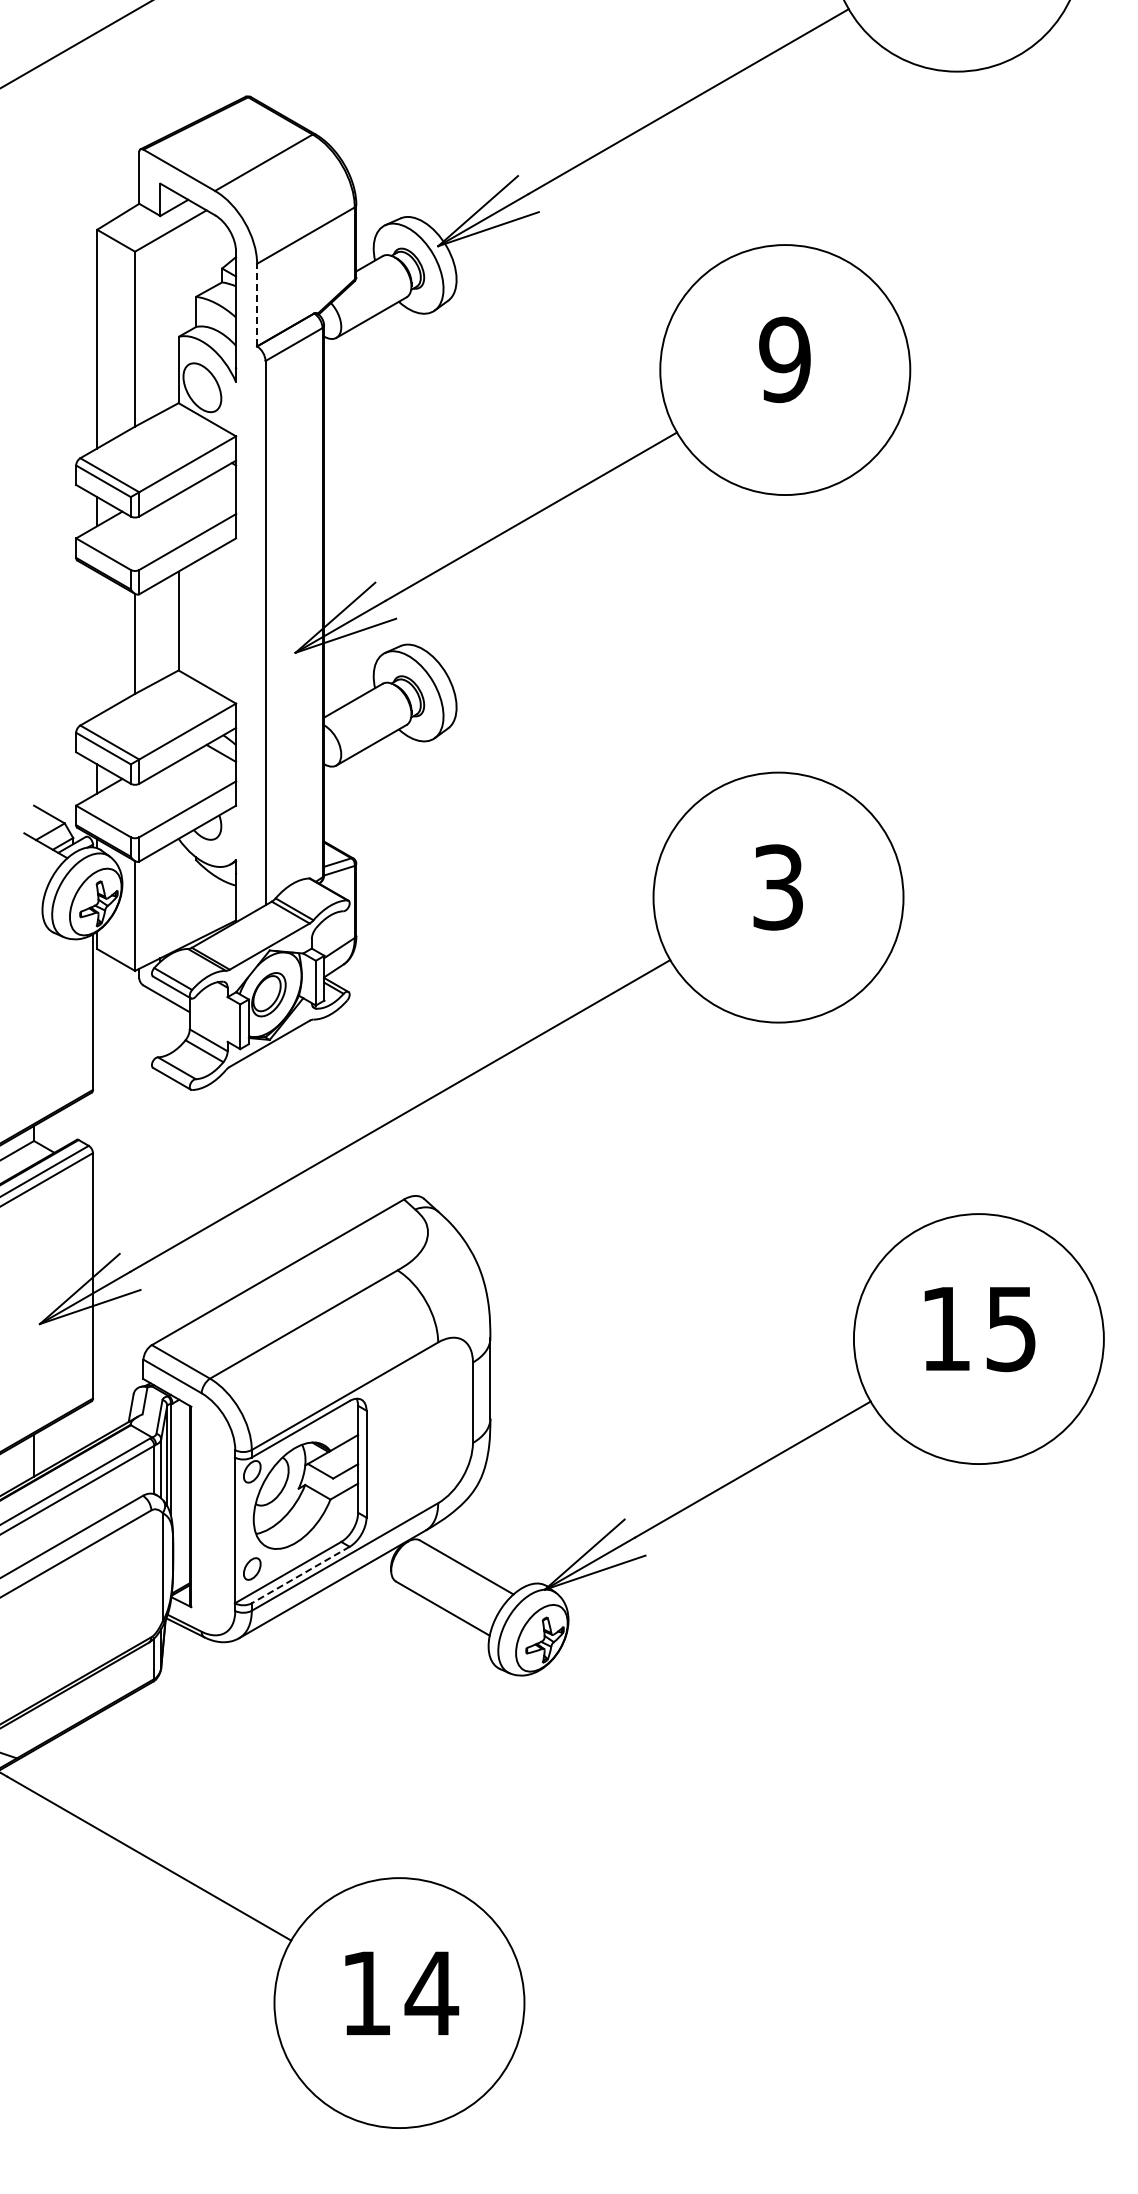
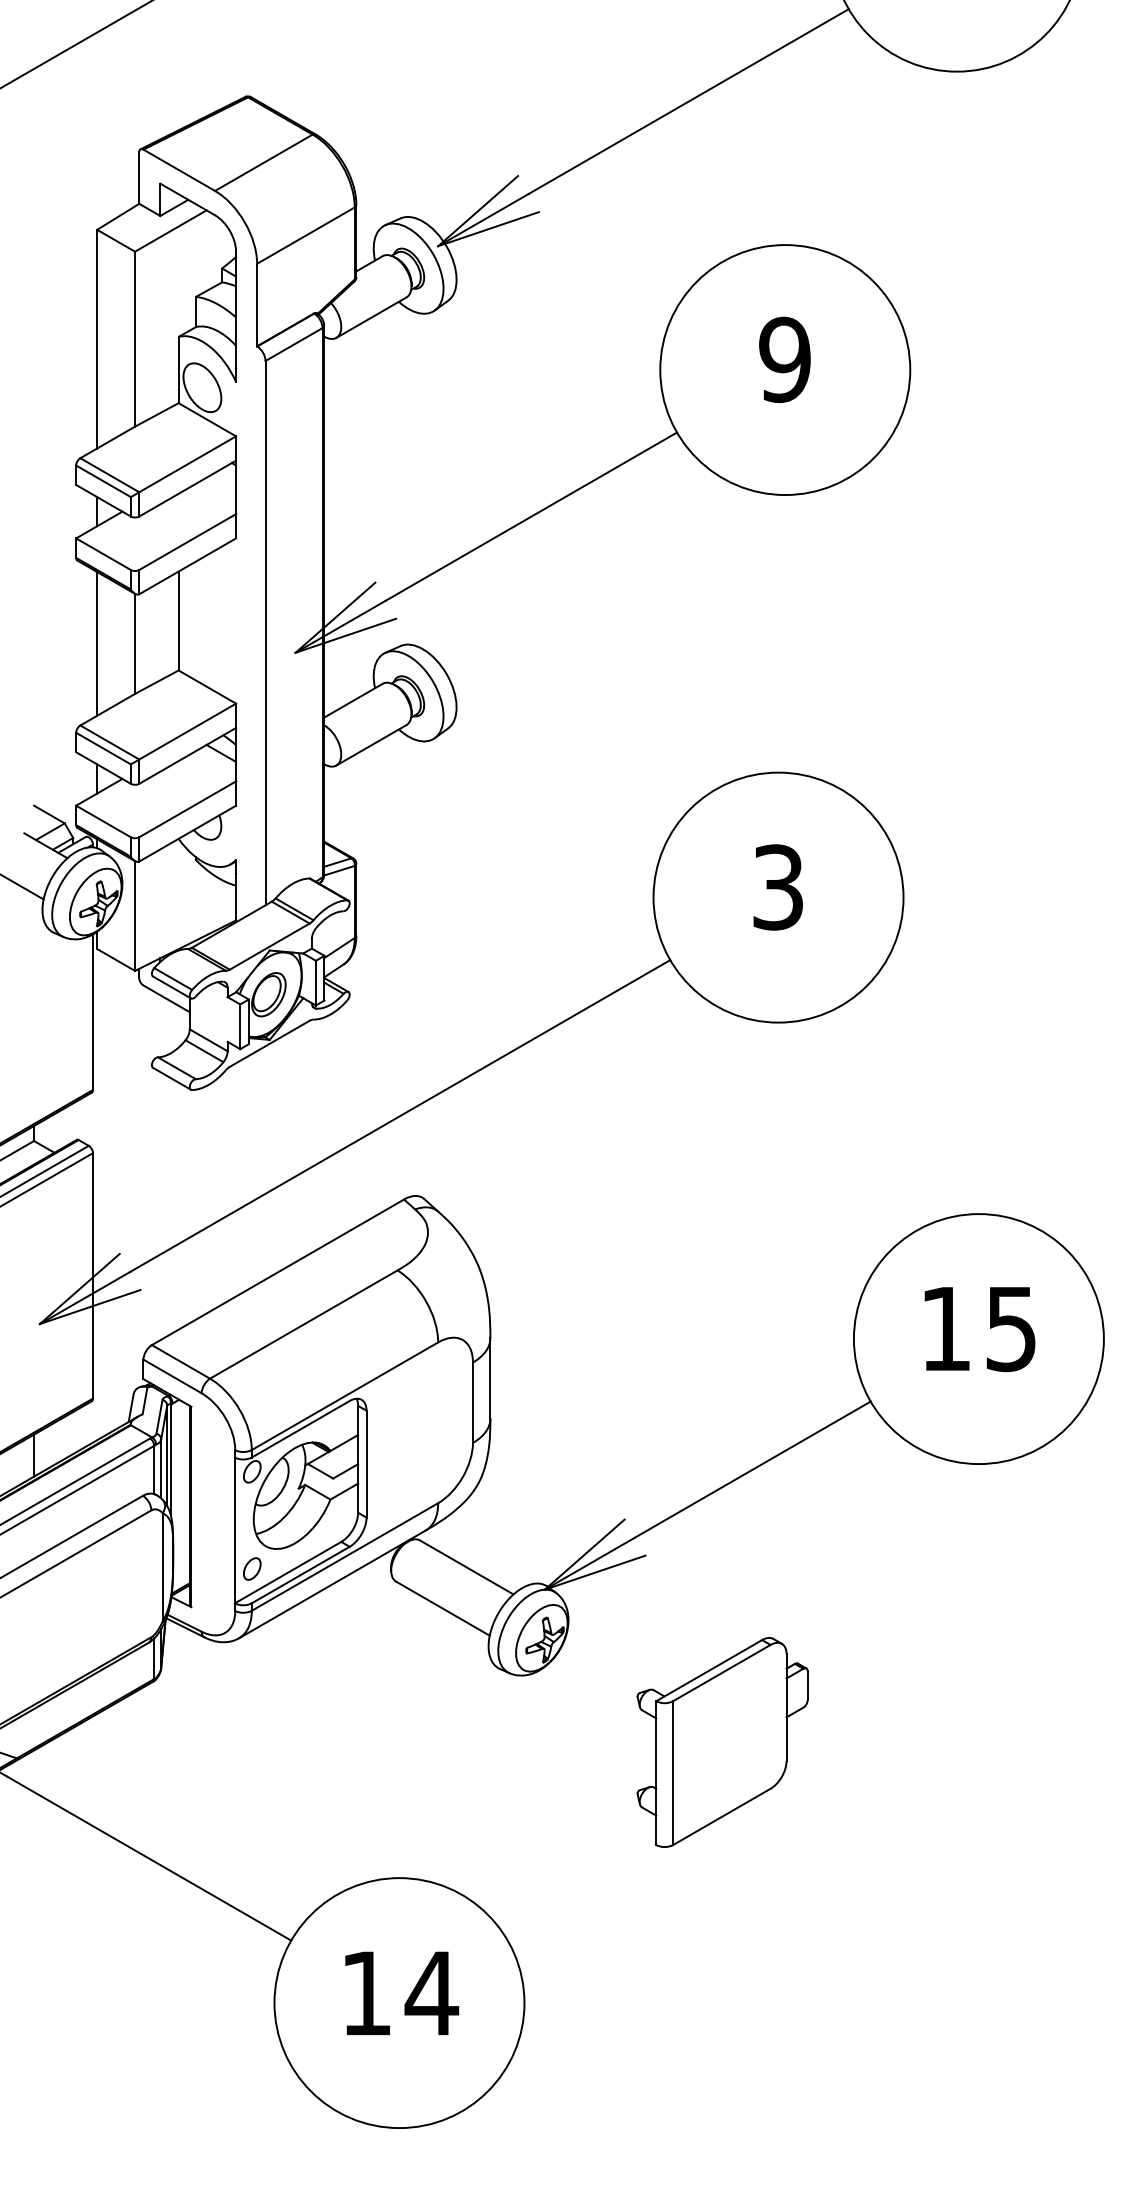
line at (257, 304): dashed -> solid
line at (97, 643): none -> present
line at (22, 887): none -> present
line at (300, 1575): dashed -> solid
part at (722, 1742): none -> present
